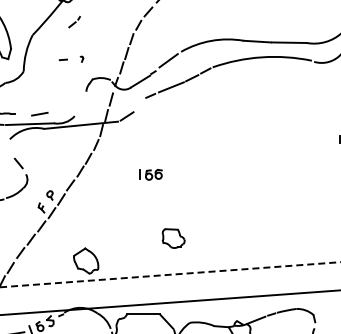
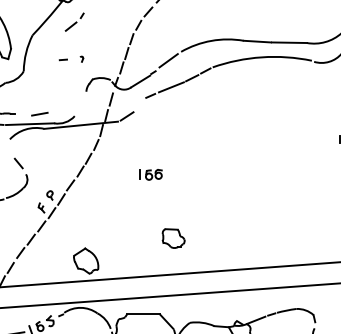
part at (74, 22) size: 13x13 px -> 21x20 px
line at (169, 274): dashed -> solid
line at (169, 302) position: (169, 302) -> (169, 295)
